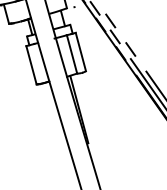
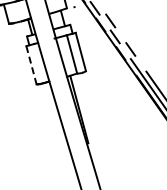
line at (31, 65): solid -> dashed
